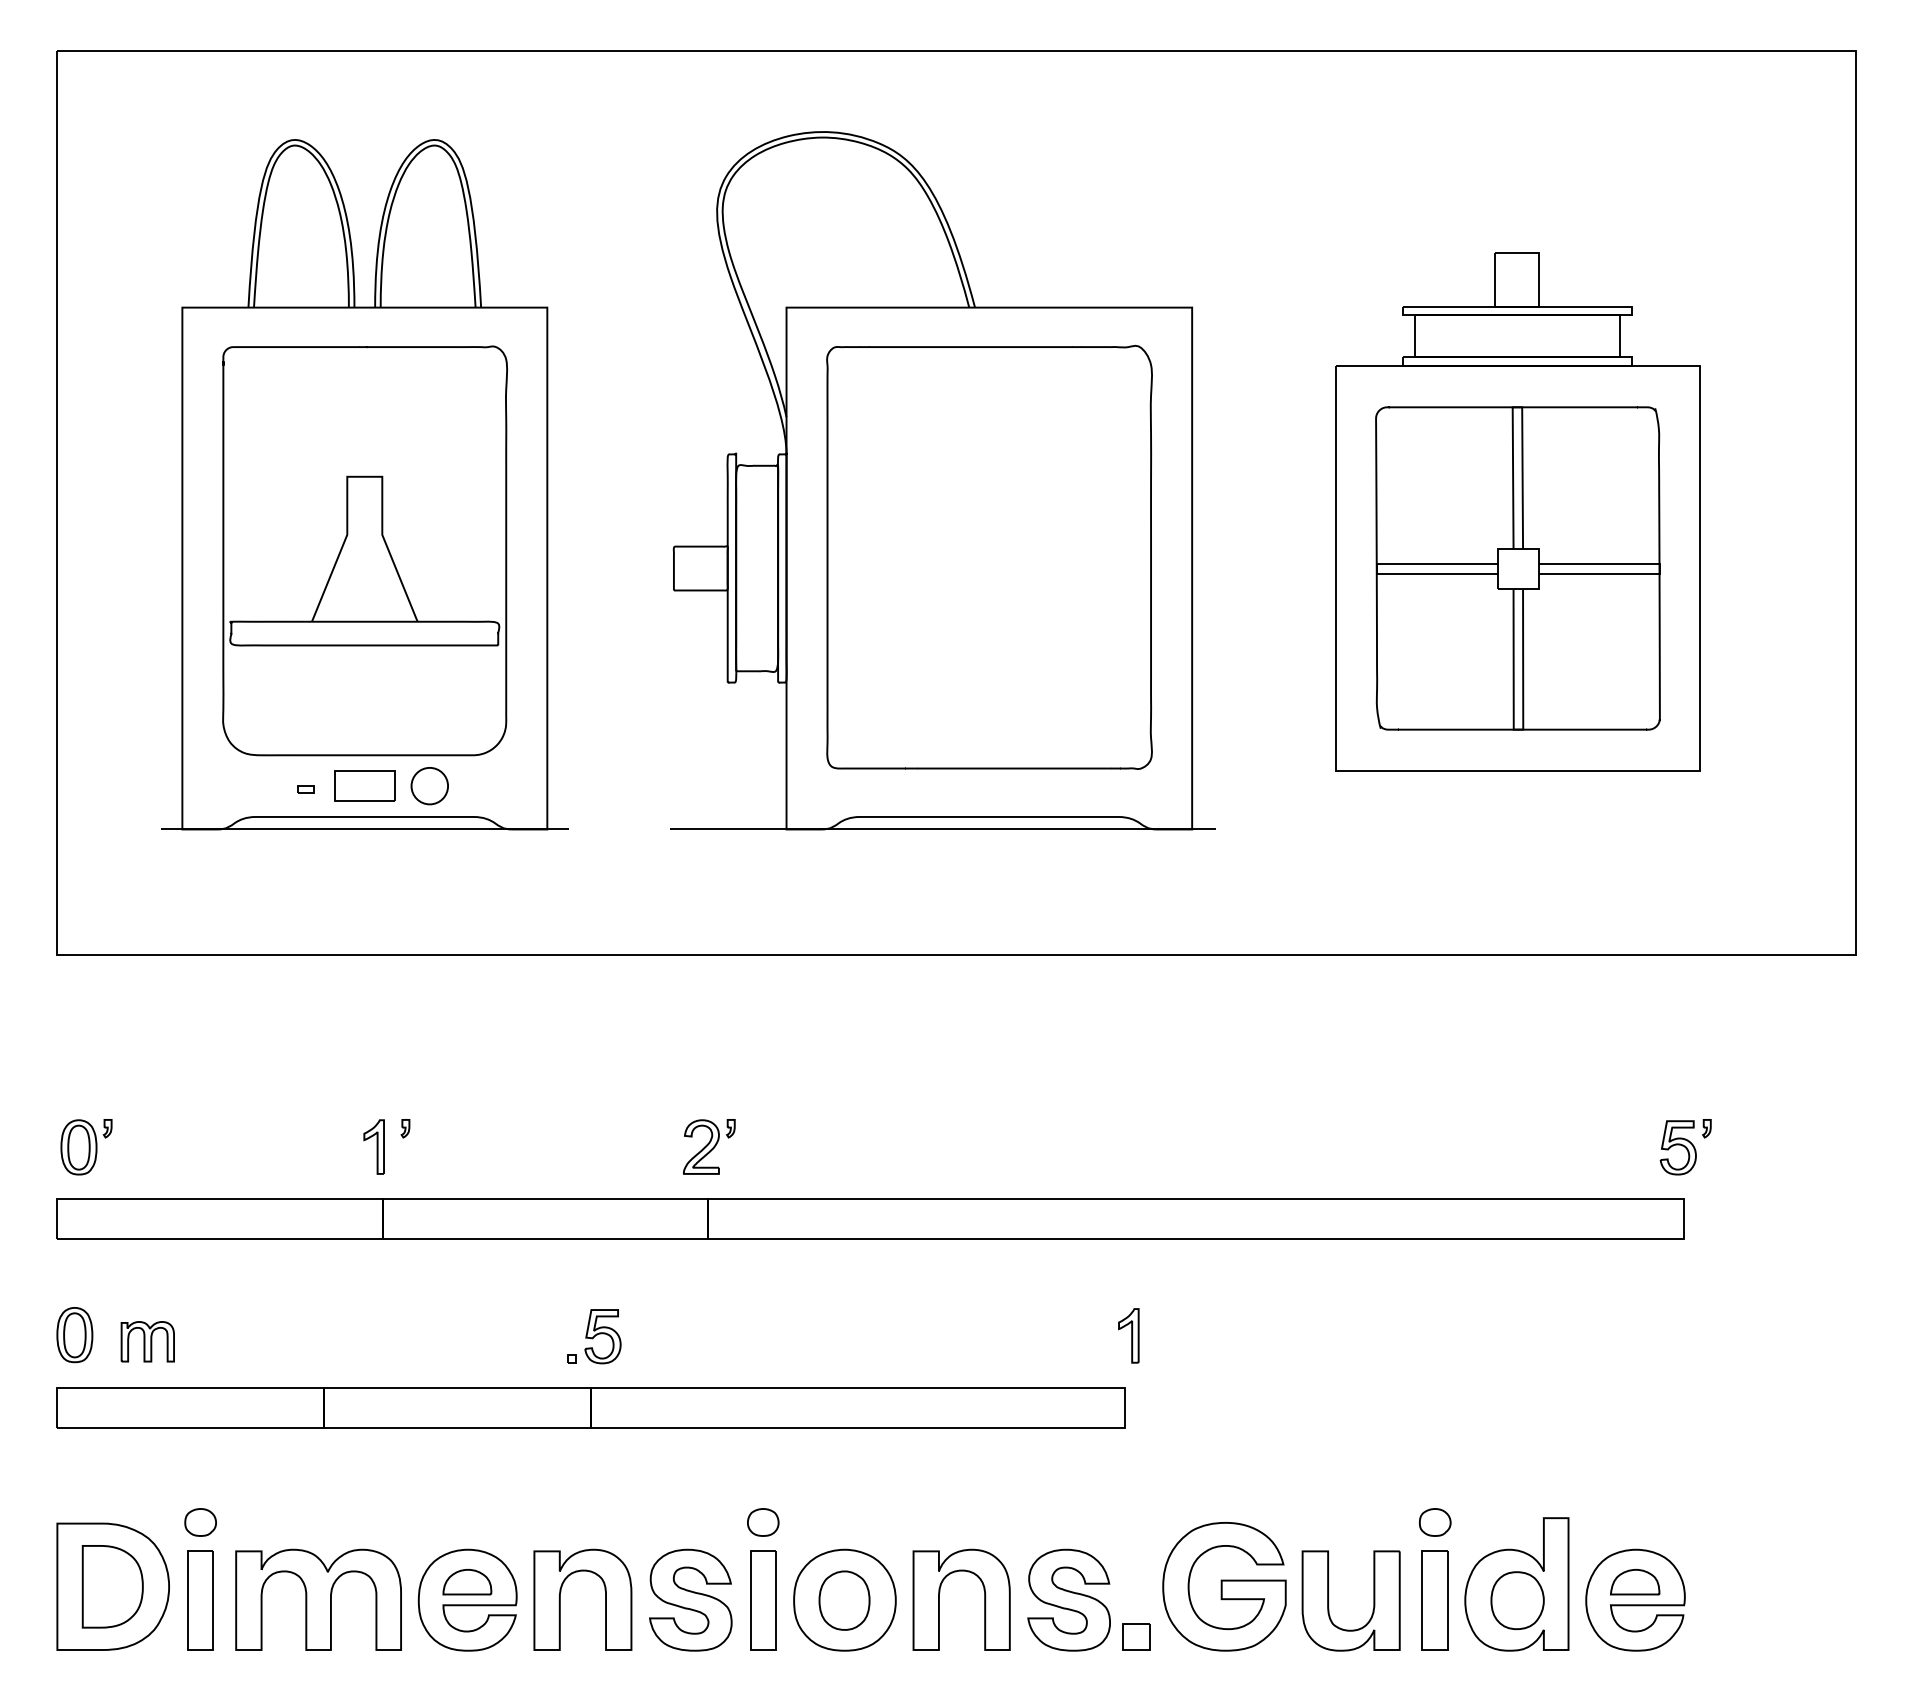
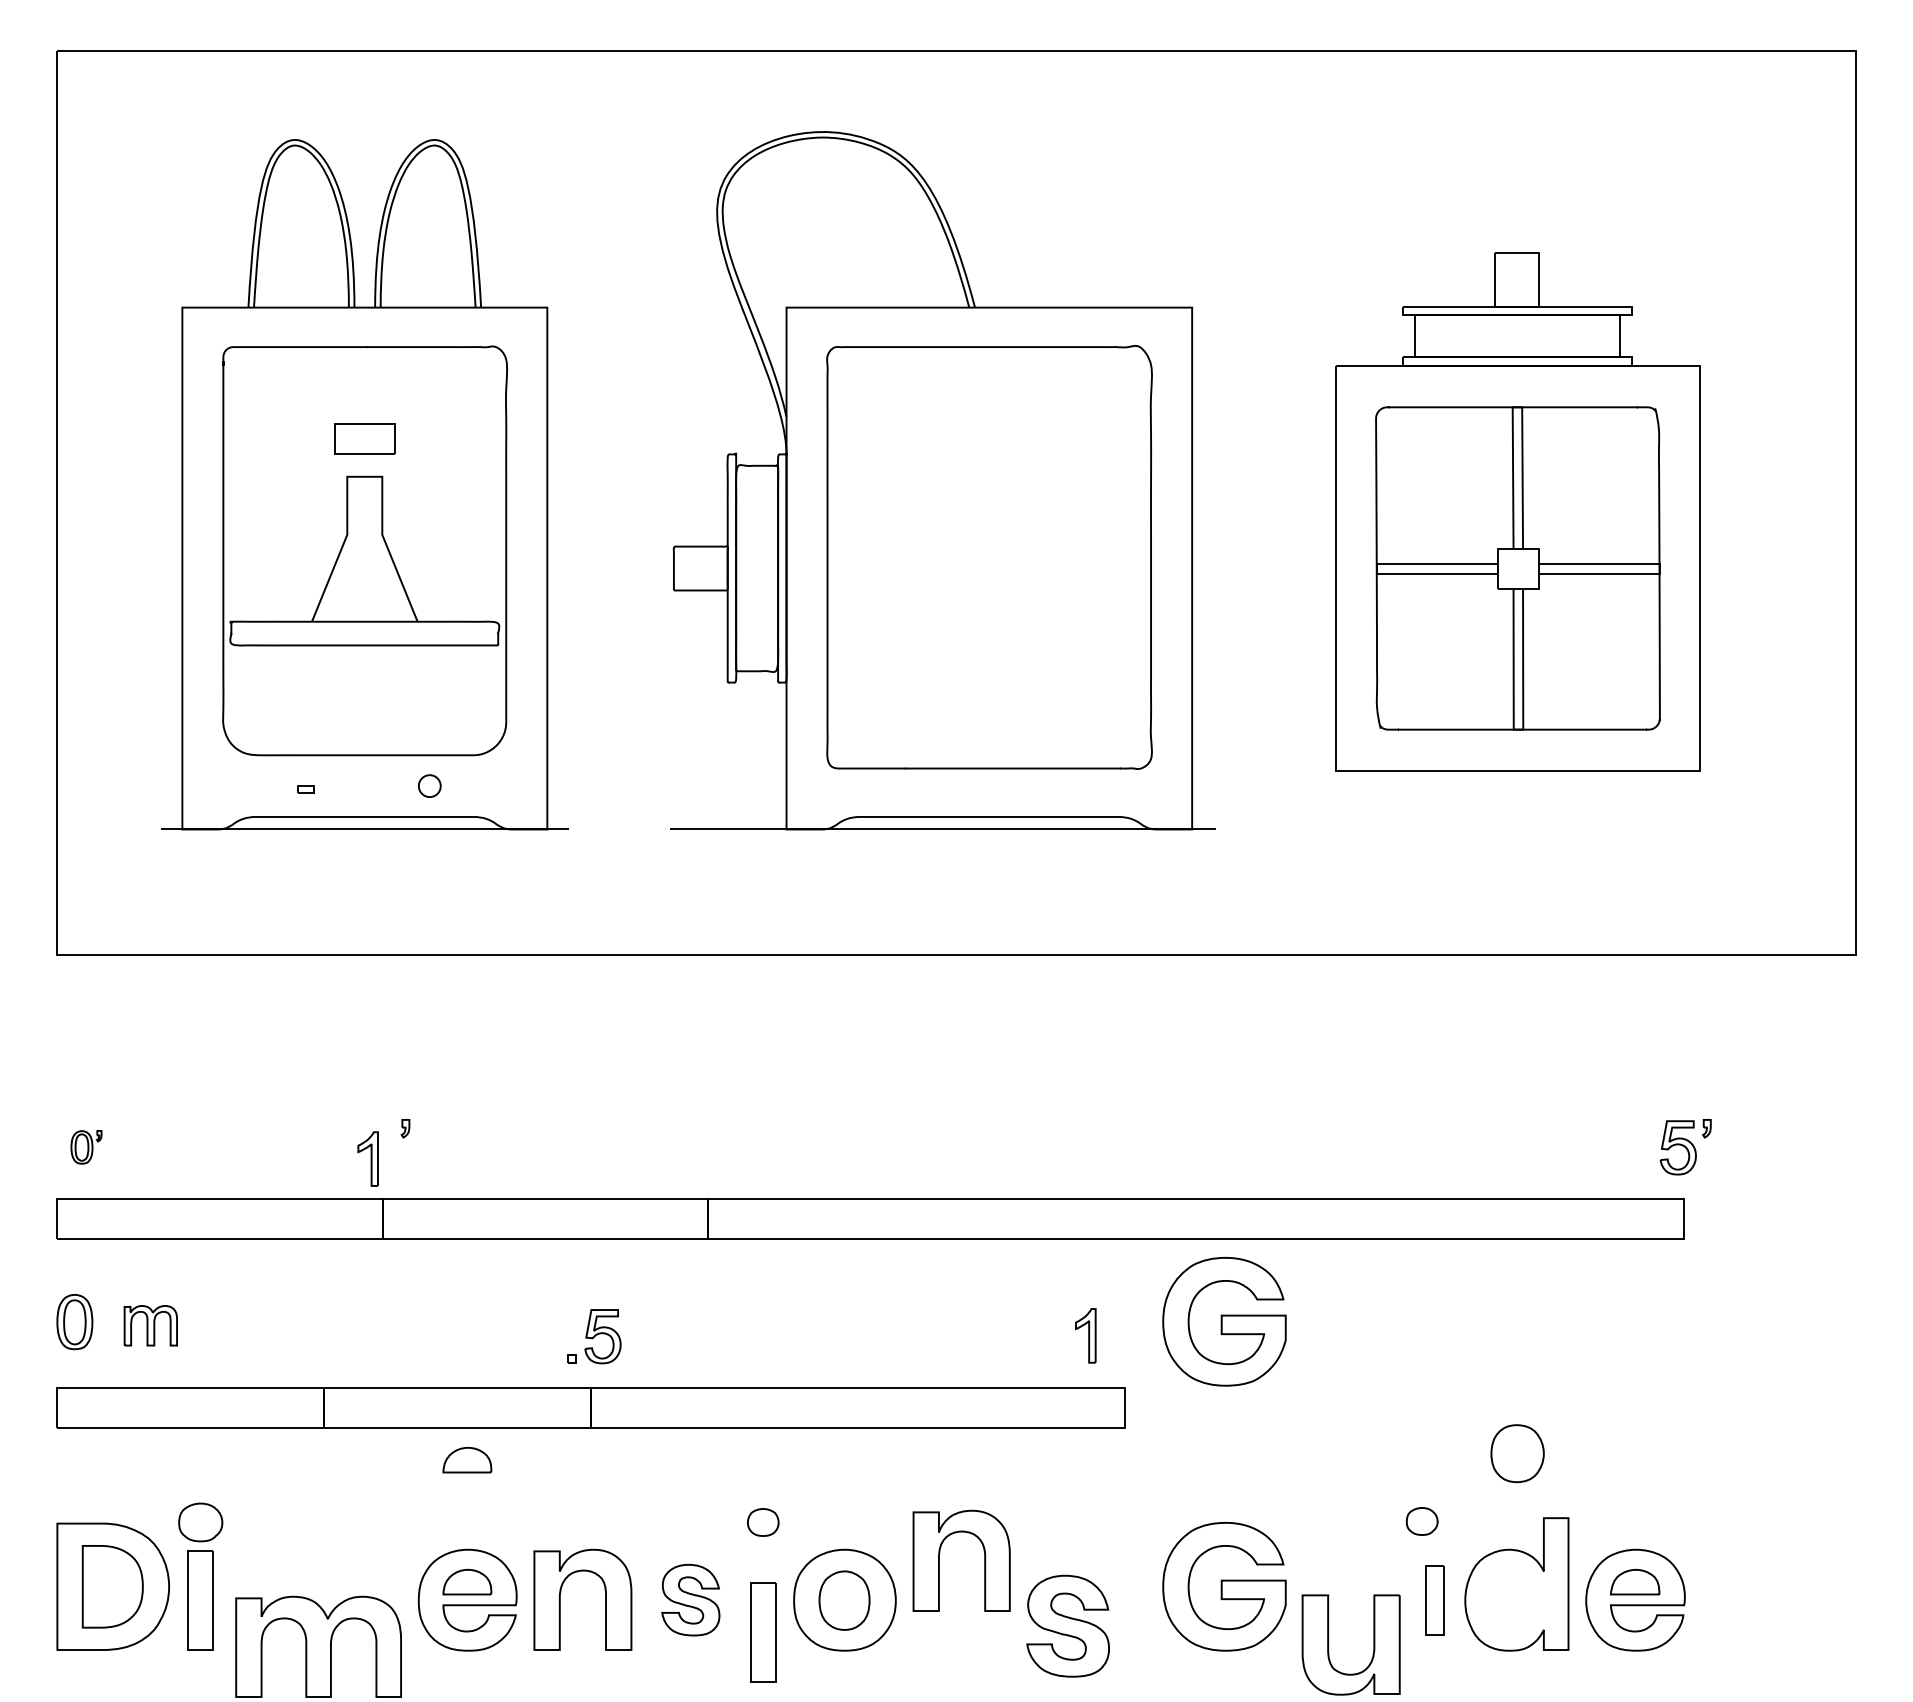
part at (364, 785) position: (364, 785) -> (364, 438)
circle at (429, 785) diameter: 37 px -> 22 px
part at (373, 1146) position: (373, 1146) -> (367, 1158)
part at (709, 1146): present -> none
part at (86, 1147) size: 53x57 px -> 33x35 px
part at (1224, 1321): none -> present
part at (74, 1335) position: (74, 1335) -> (74, 1322)
part at (1128, 1335) position: (1128, 1335) -> (1085, 1335)
part at (147, 1341) position: (147, 1341) -> (150, 1325)
part at (467, 1459): none -> present
part at (200, 1522) size: 33x29 px -> 46x41 px
part at (1435, 1522) position: (1435, 1522) -> (1422, 1521)
part at (318, 1599) position: (318, 1599) -> (318, 1646)
part at (690, 1599) size: 84x104 px -> 60x73 px
part at (939, 1599) position: (939, 1599) -> (939, 1560)
part at (1068, 1599) position: (1068, 1599) -> (1067, 1625)
part at (763, 1600) position: (763, 1600) -> (763, 1632)
part at (1328, 1600) position: (1328, 1600) -> (1328, 1644)
part at (1434, 1600) size: 28x101 px -> 20x71 px
part at (1517, 1600) position: (1517, 1600) -> (1517, 1453)
part at (1136, 1636): present -> none
